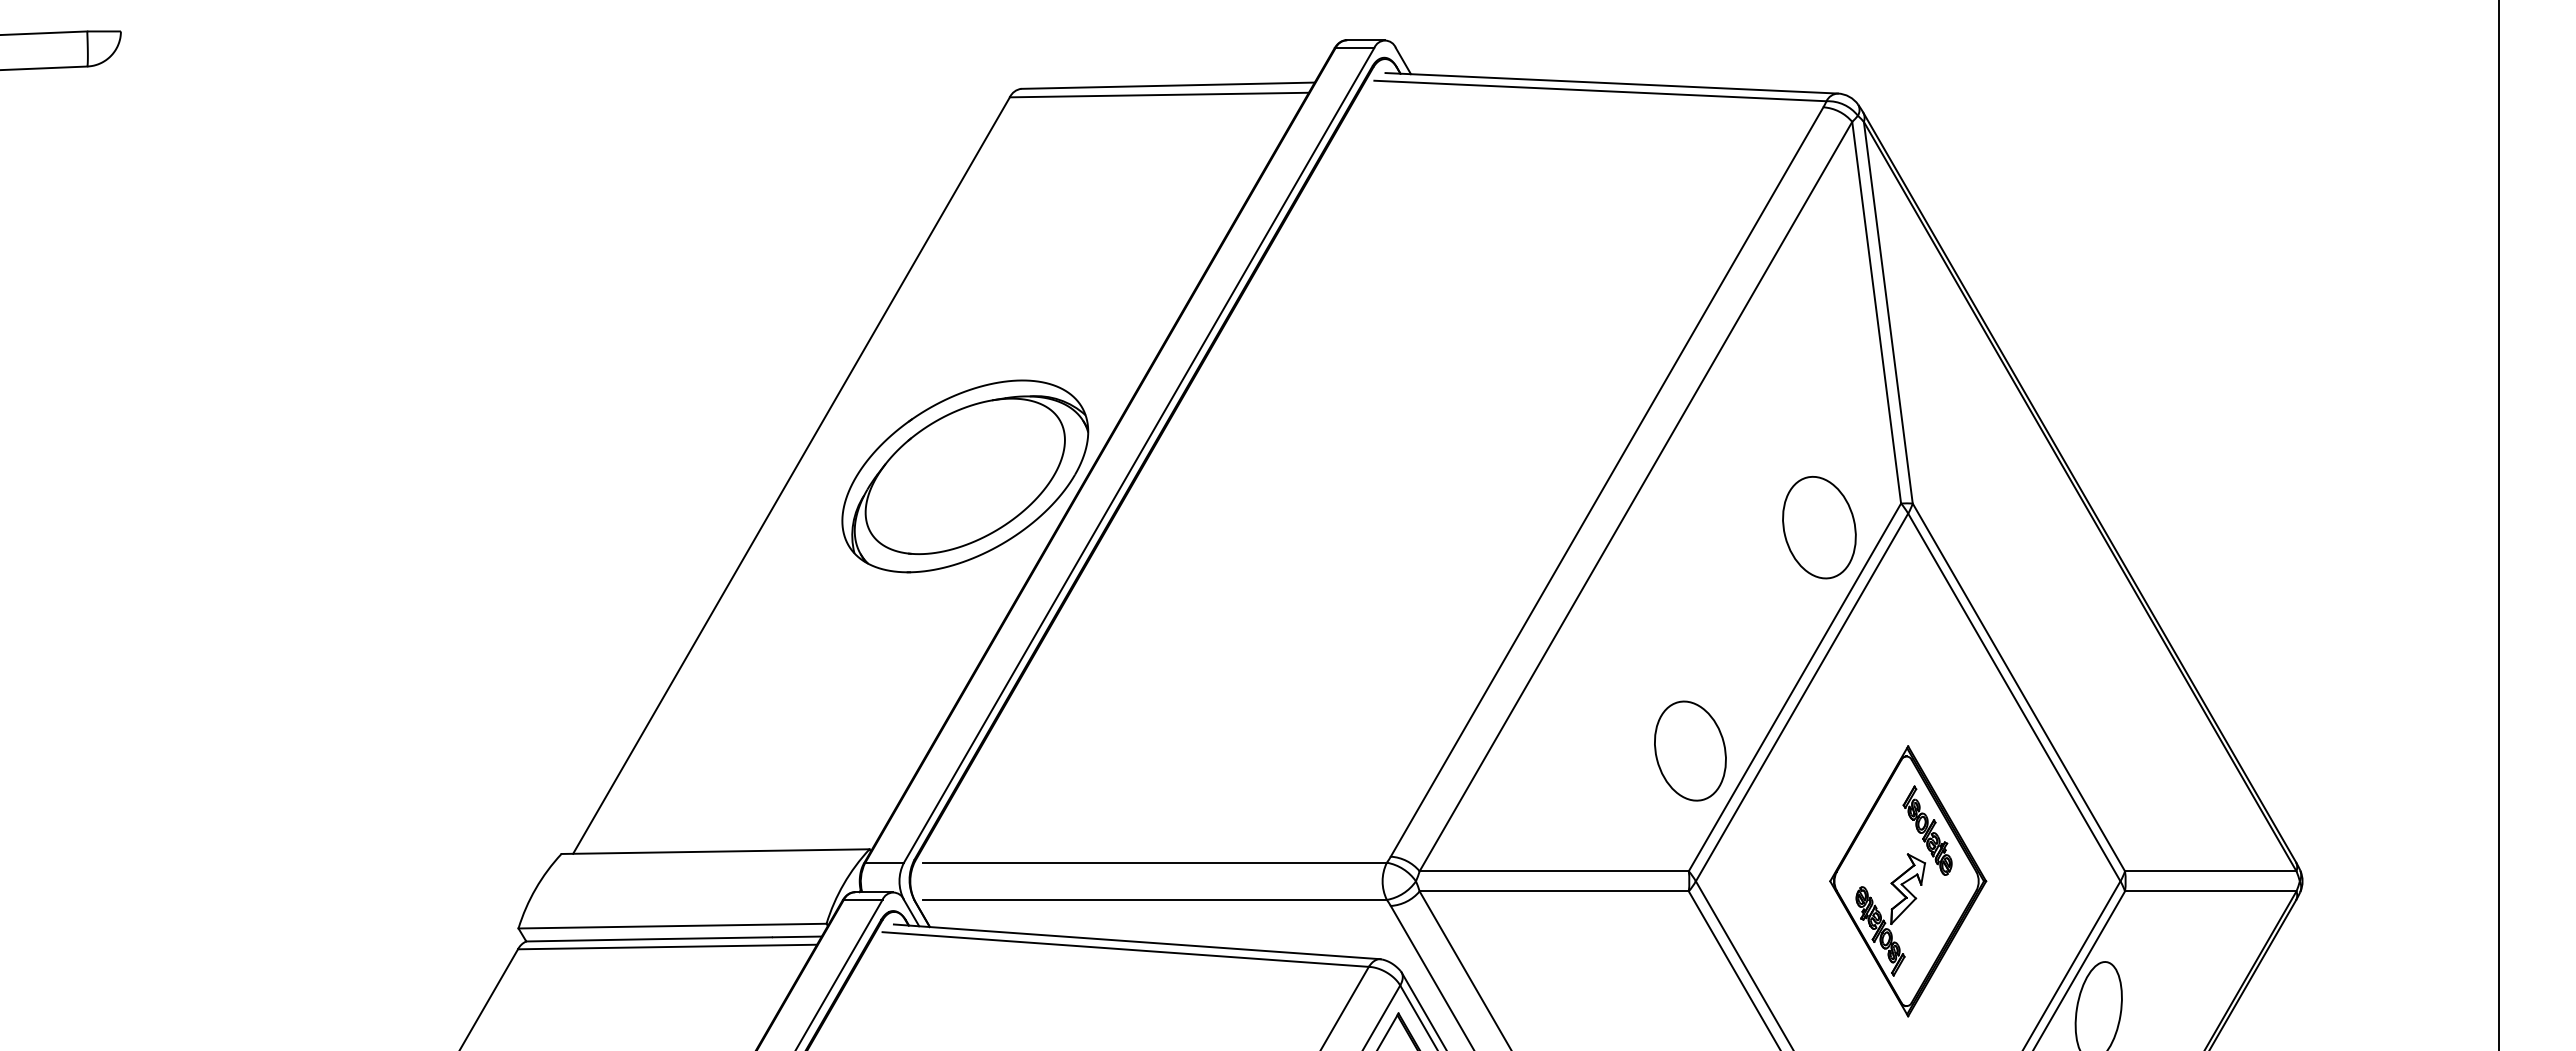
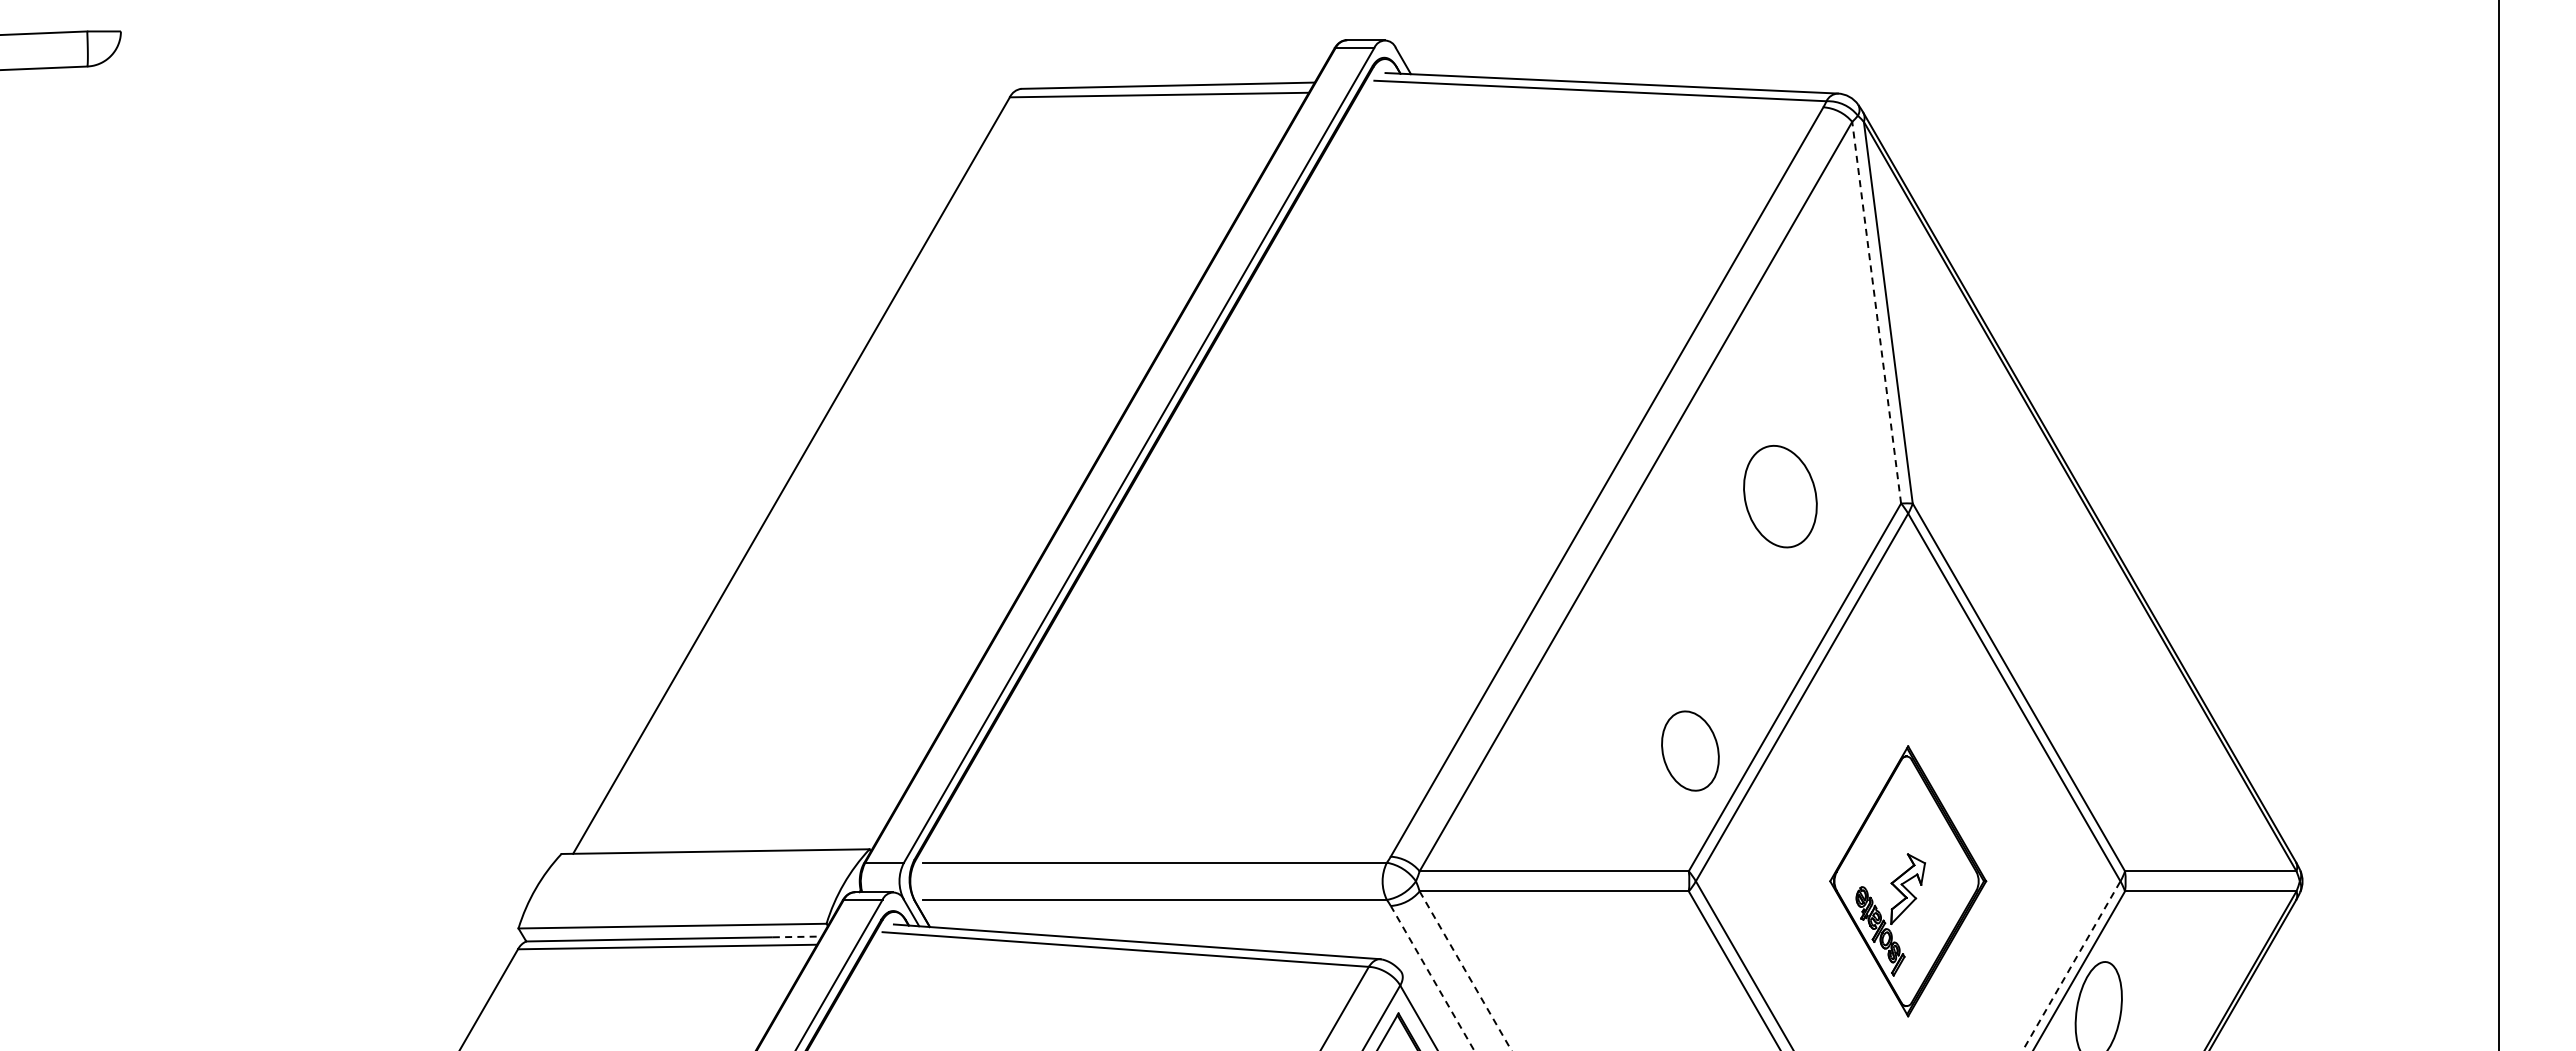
line at (1876, 312): solid -> dashed
part at (965, 476): present -> none
part at (1819, 527) position: (1819, 527) -> (1780, 496)
part at (1690, 750) size: 73x102 px -> 59x82 px
part at (1927, 830): present -> none
line at (797, 936): solid -> dashed
line at (2071, 966): solid -> dashed
line at (1465, 971): solid -> dashed
line at (1432, 977): solid -> dashed
line at (1423, 1009): present -> none
